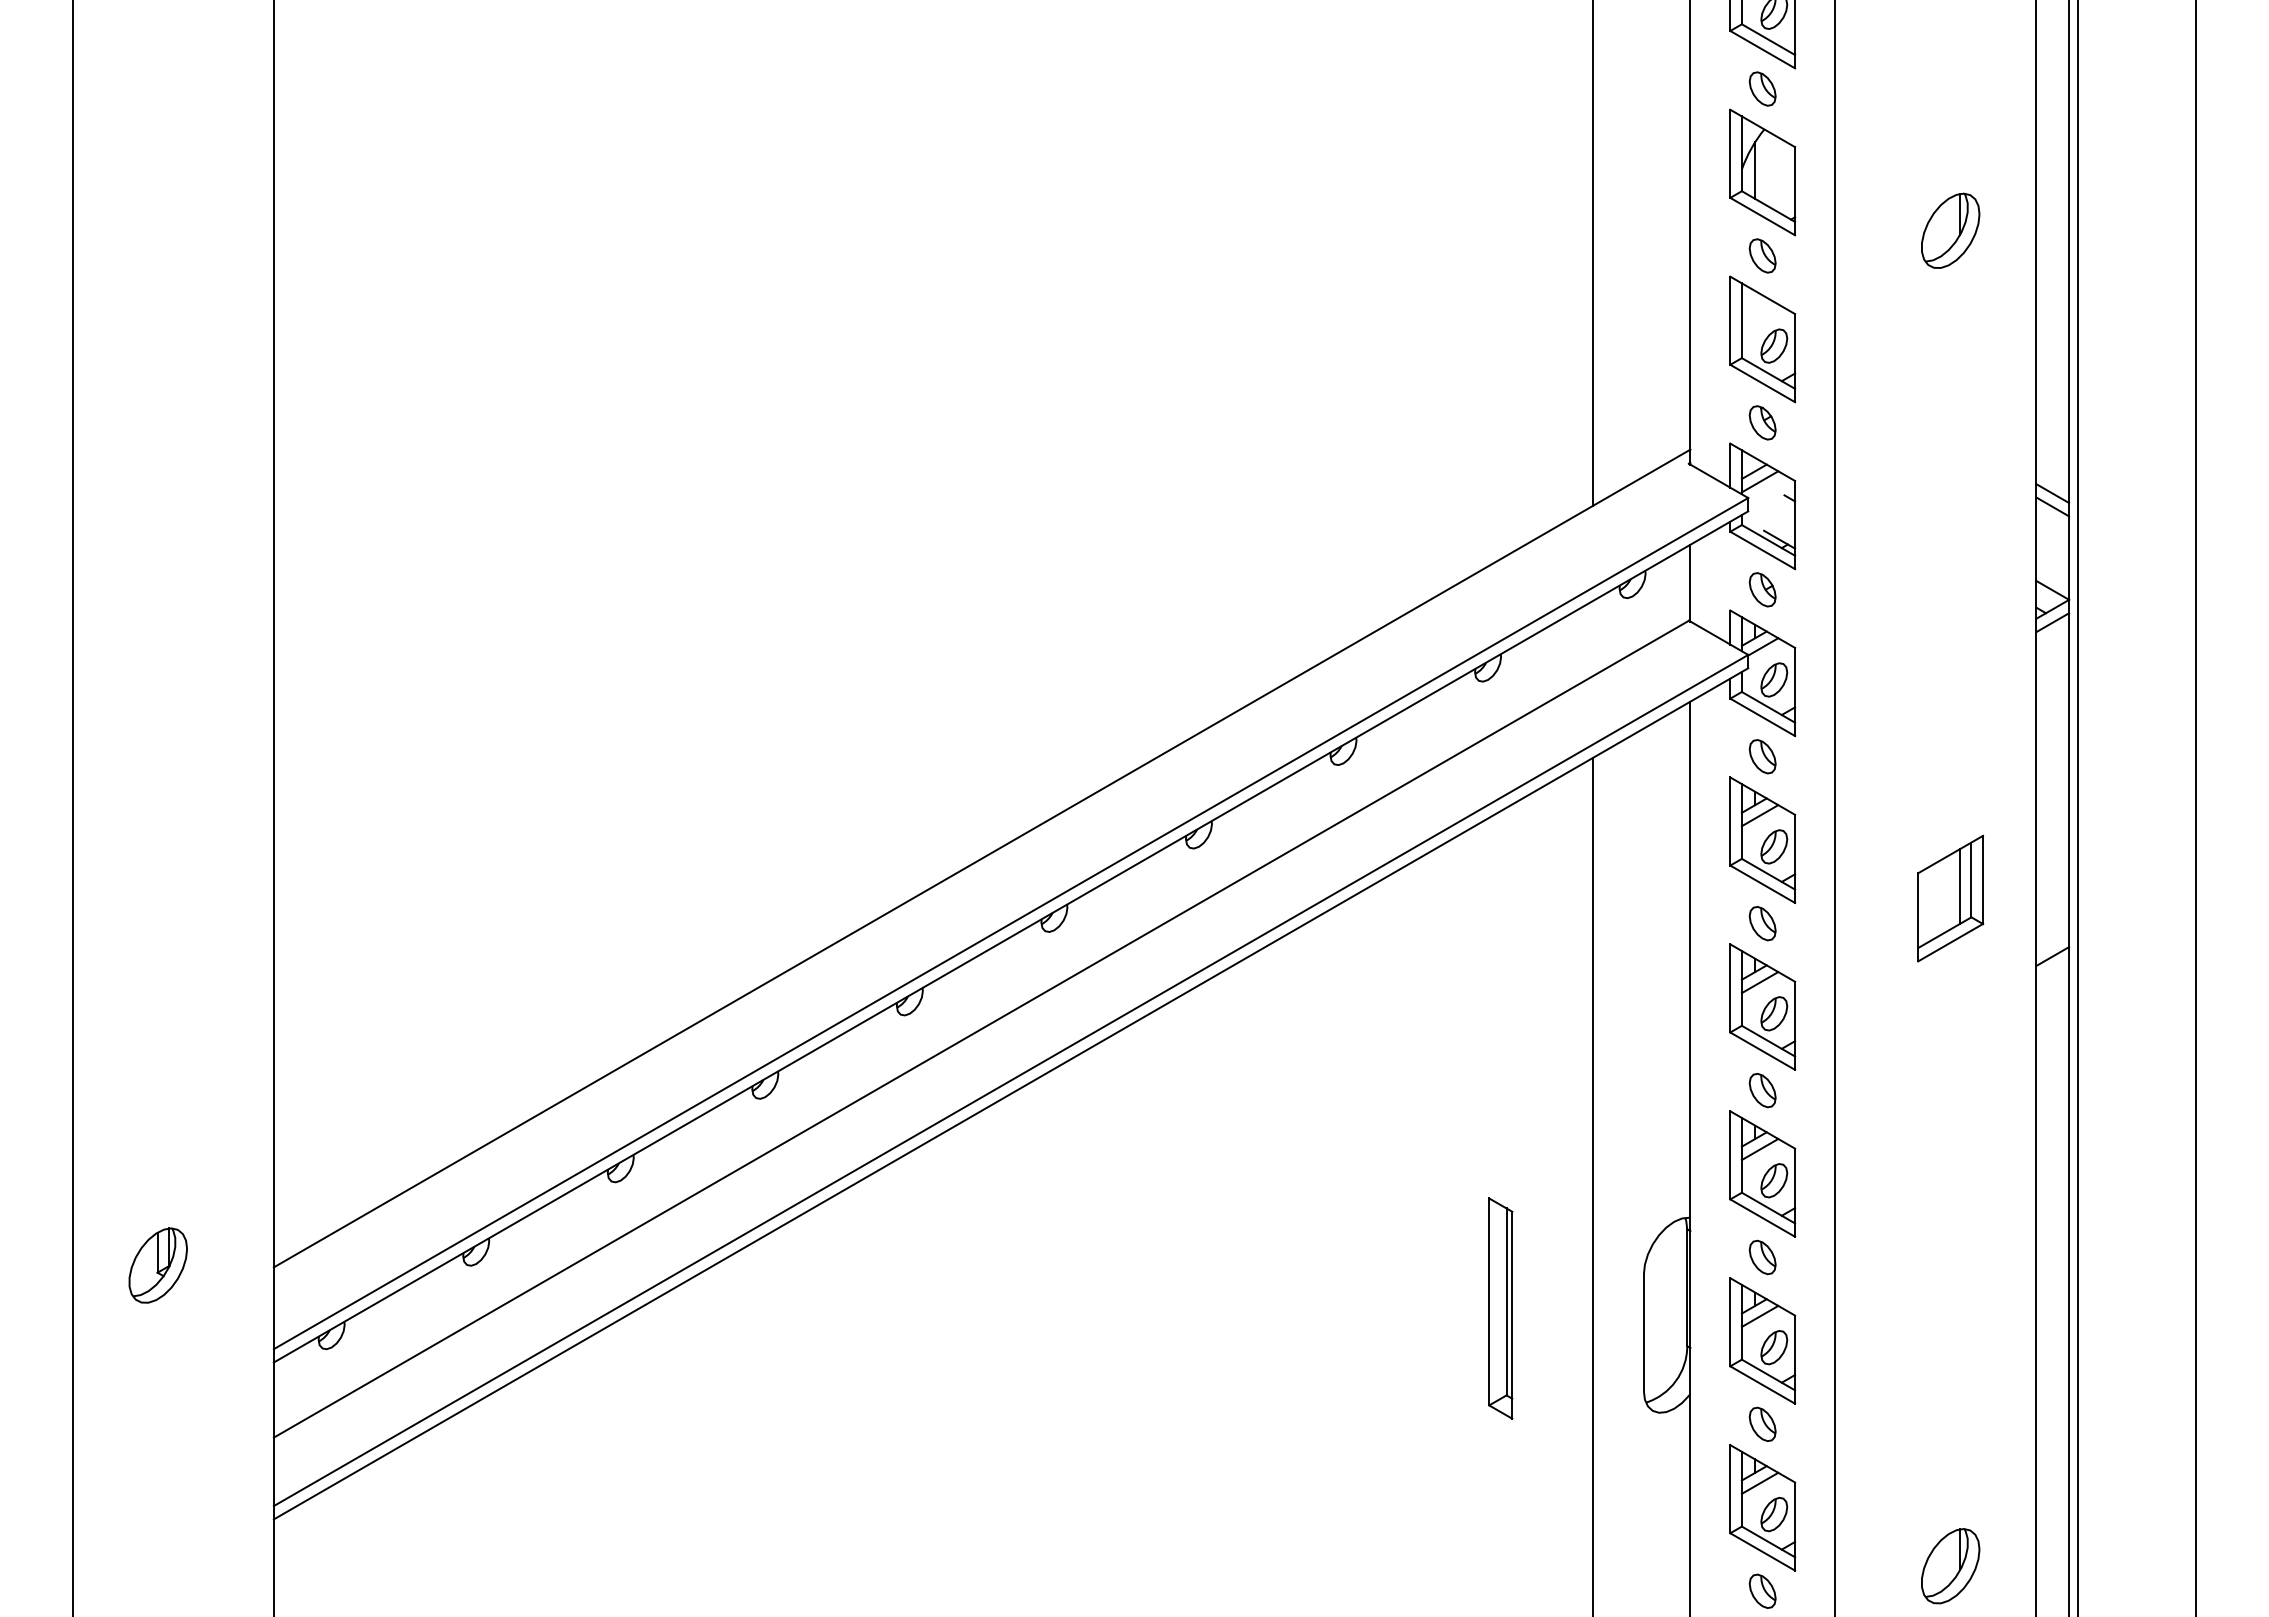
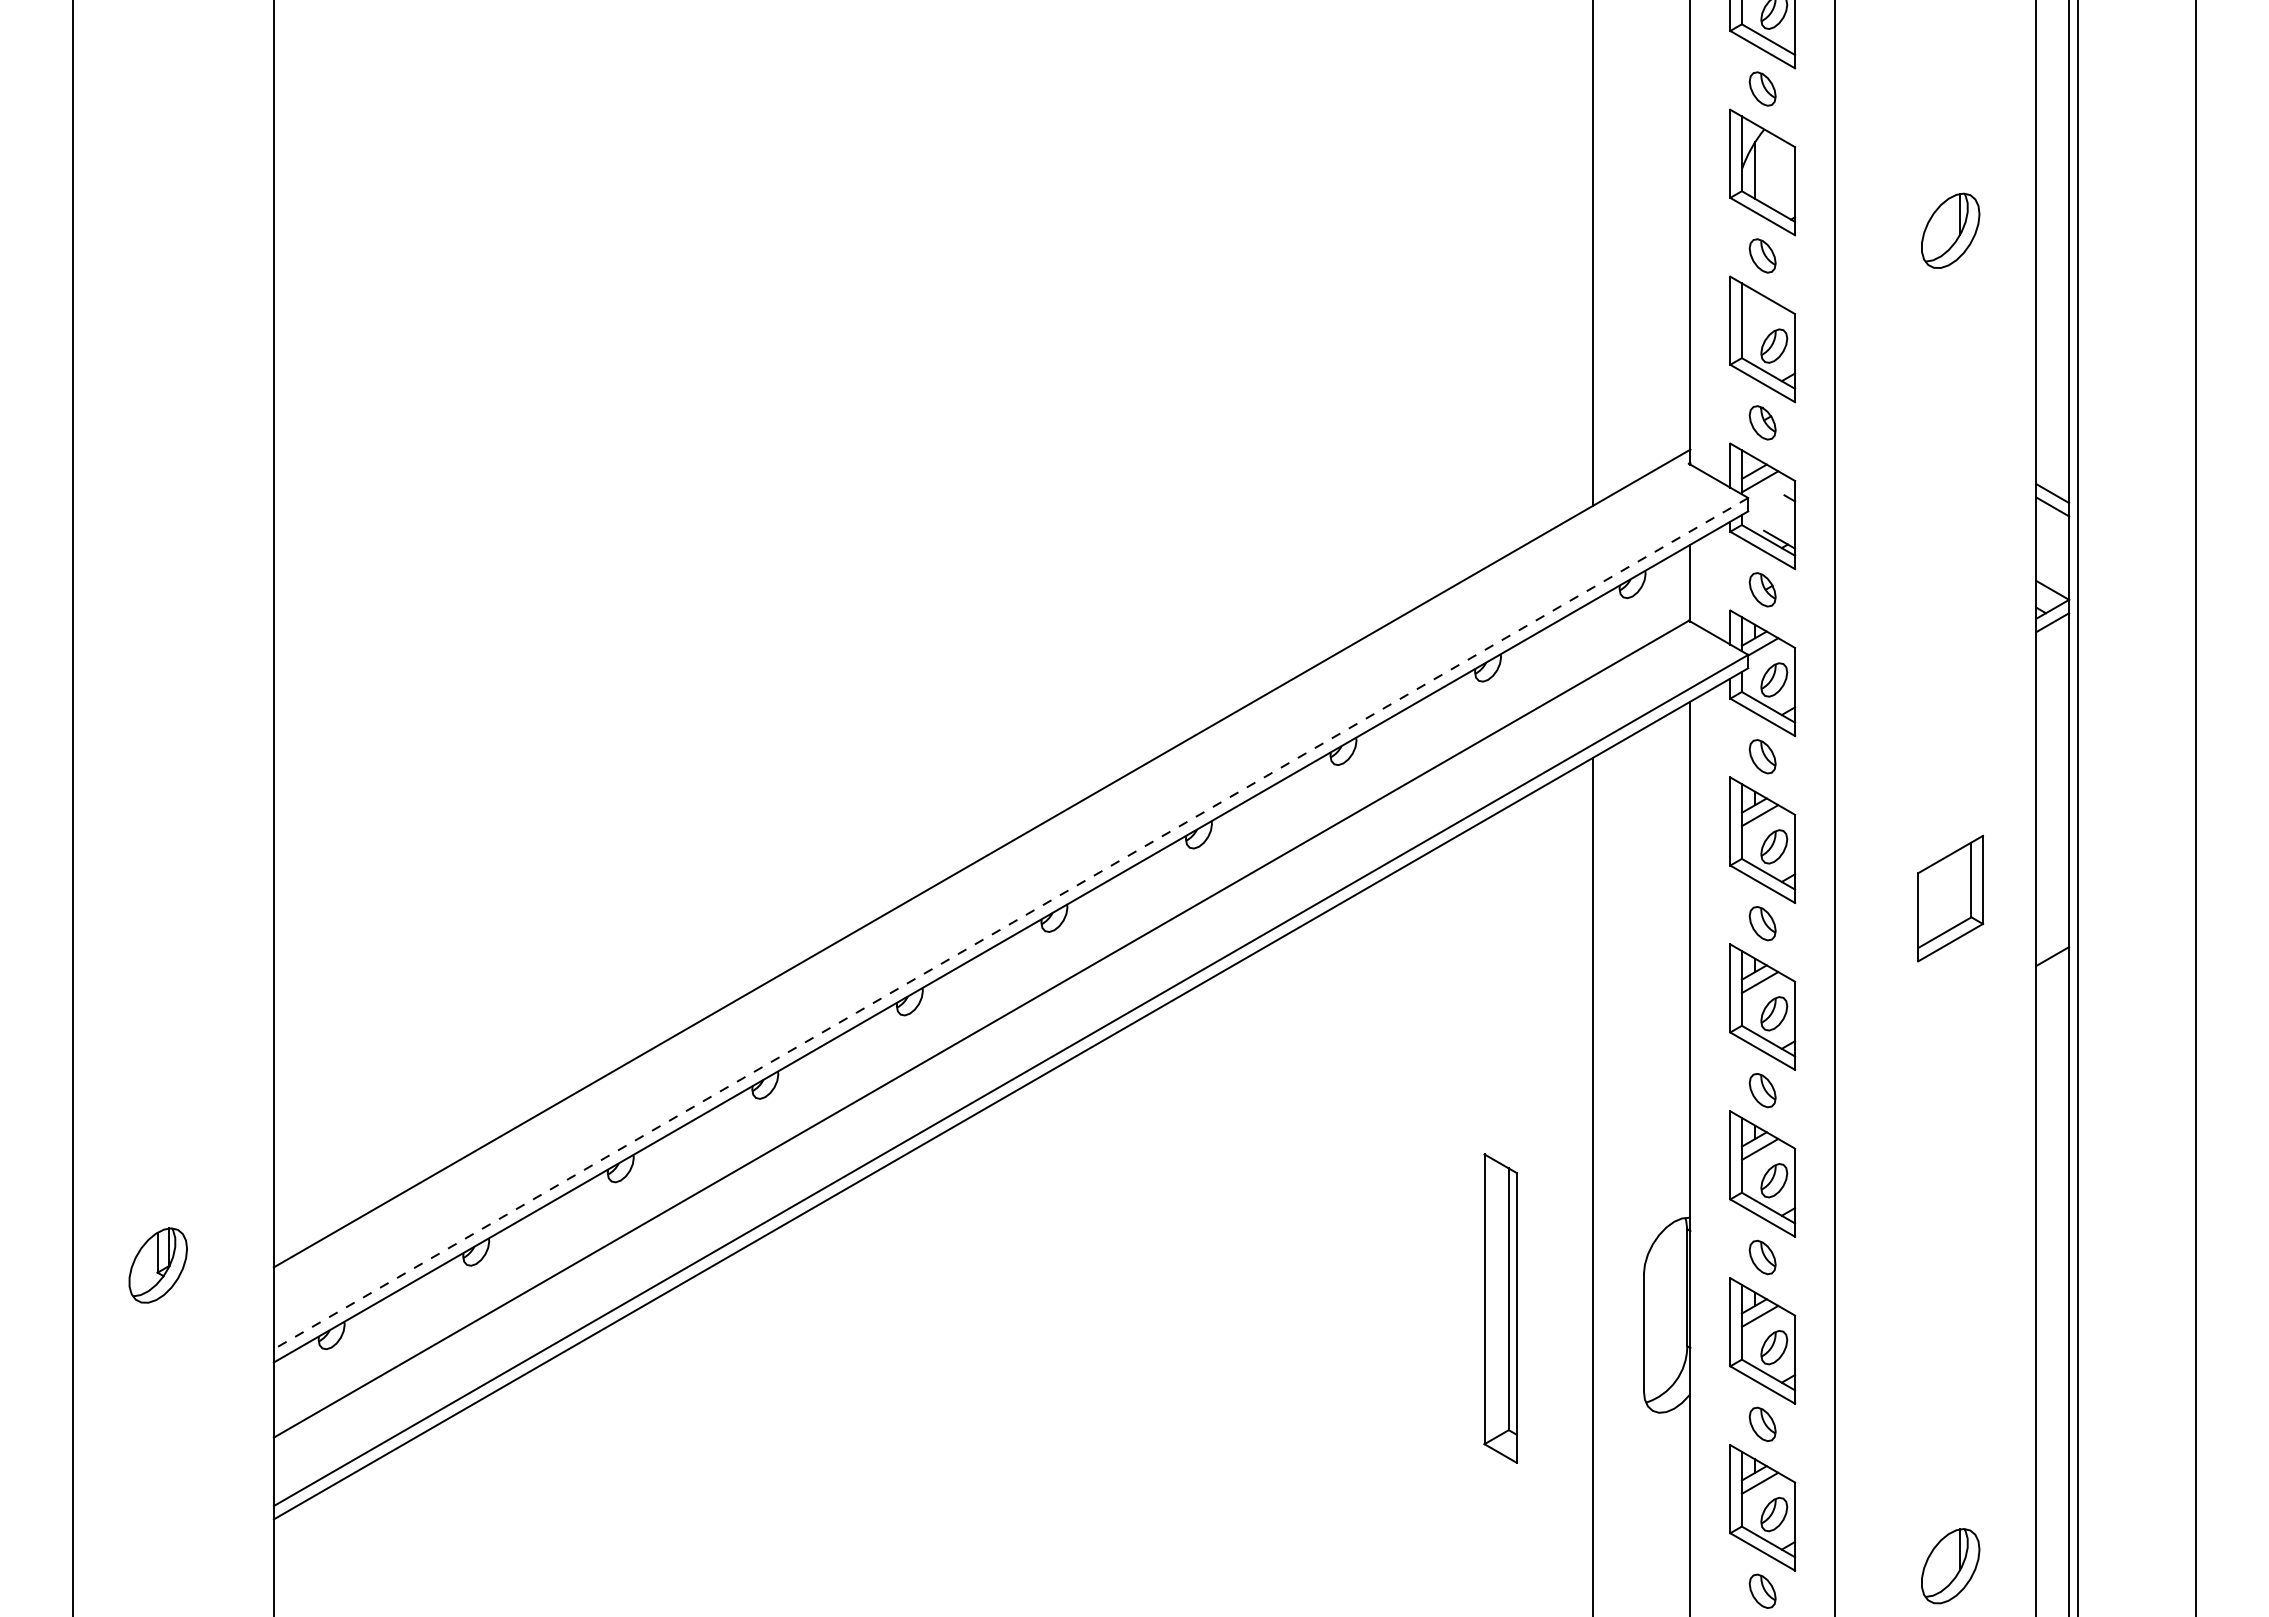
line at (1960, 885): present -> none
line at (1010, 923): solid -> dashed
part at (1500, 1308) size: 26x223 px -> 35x311 px
